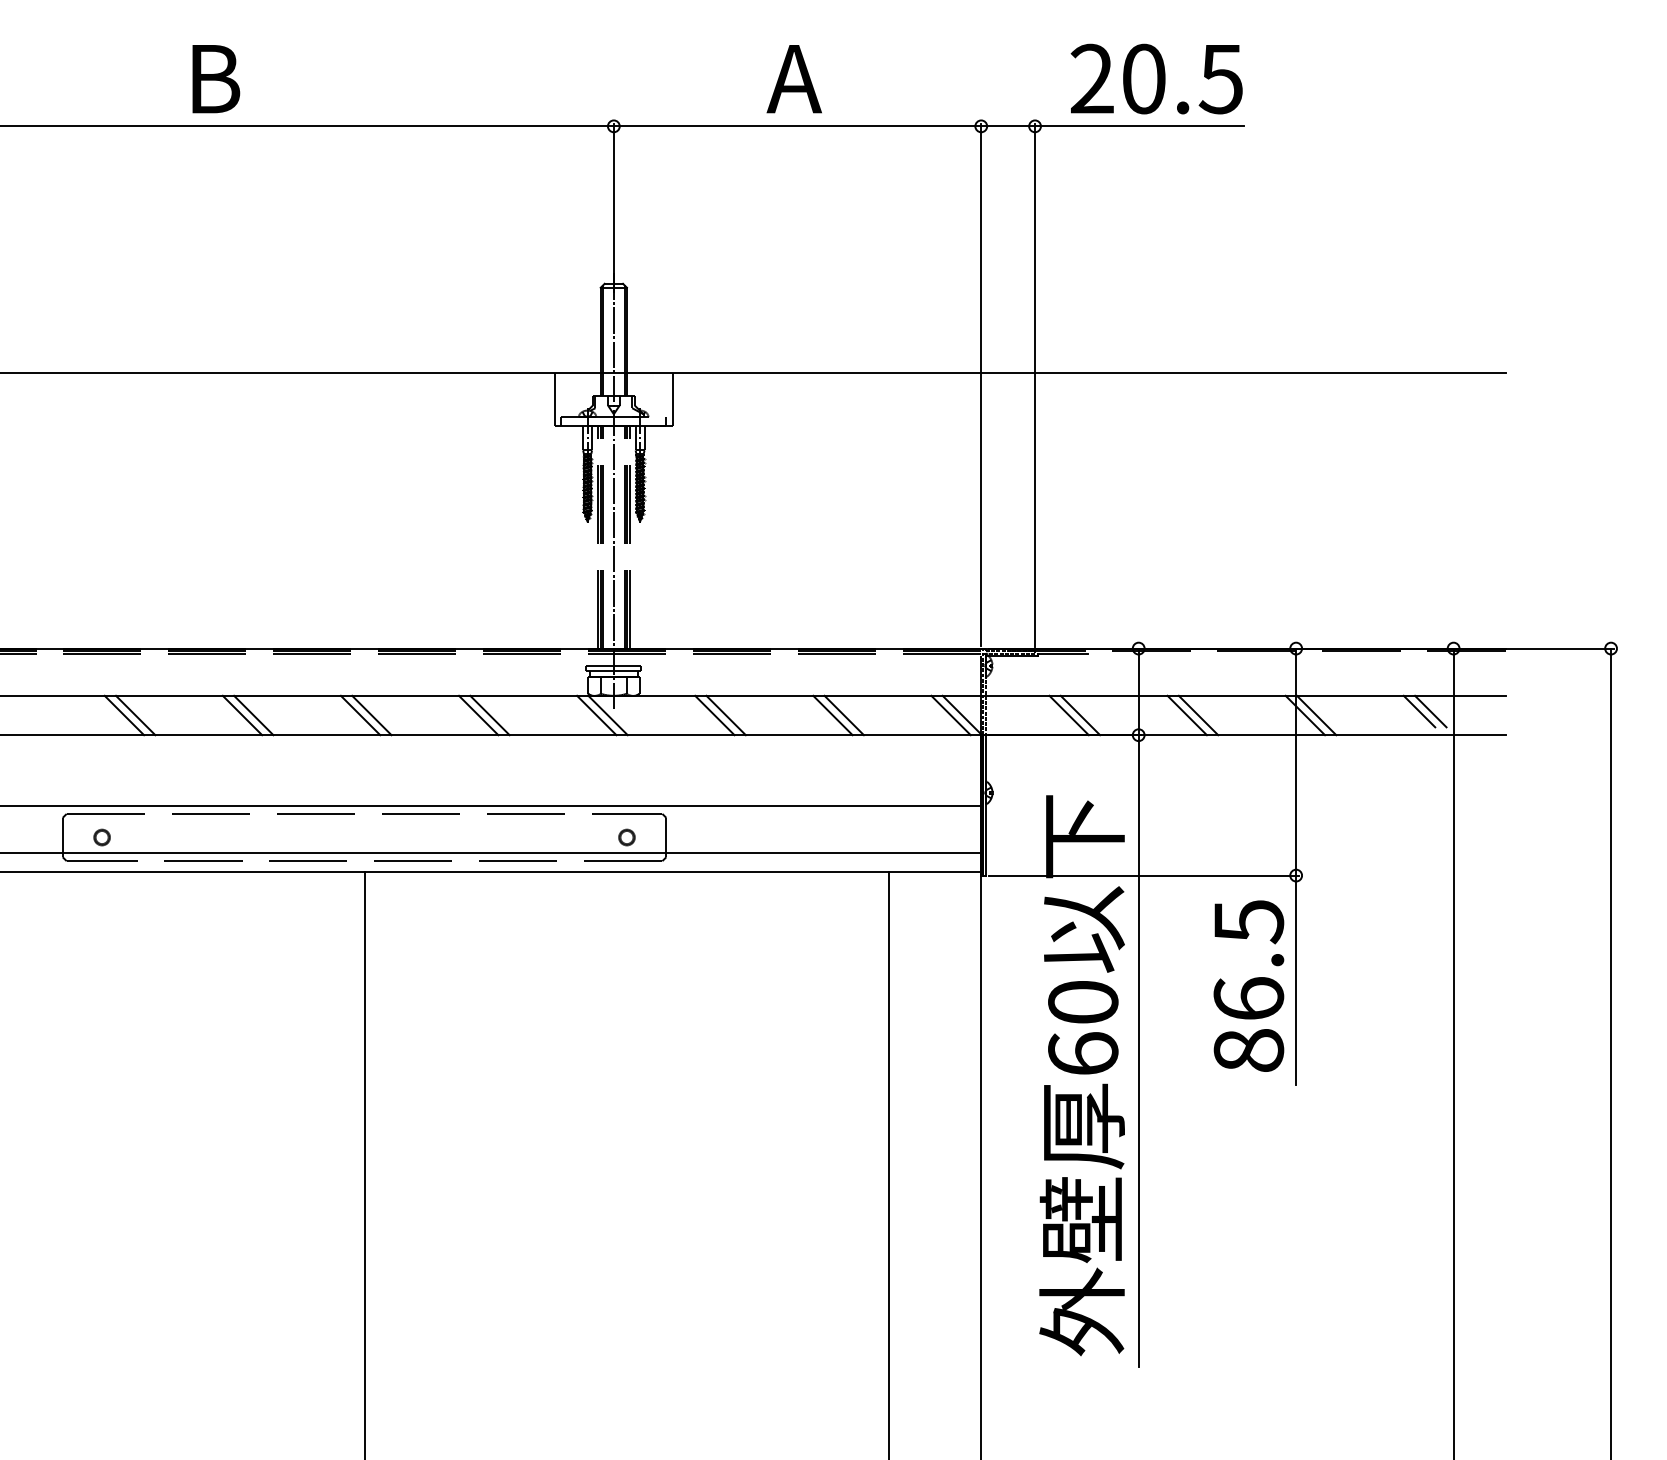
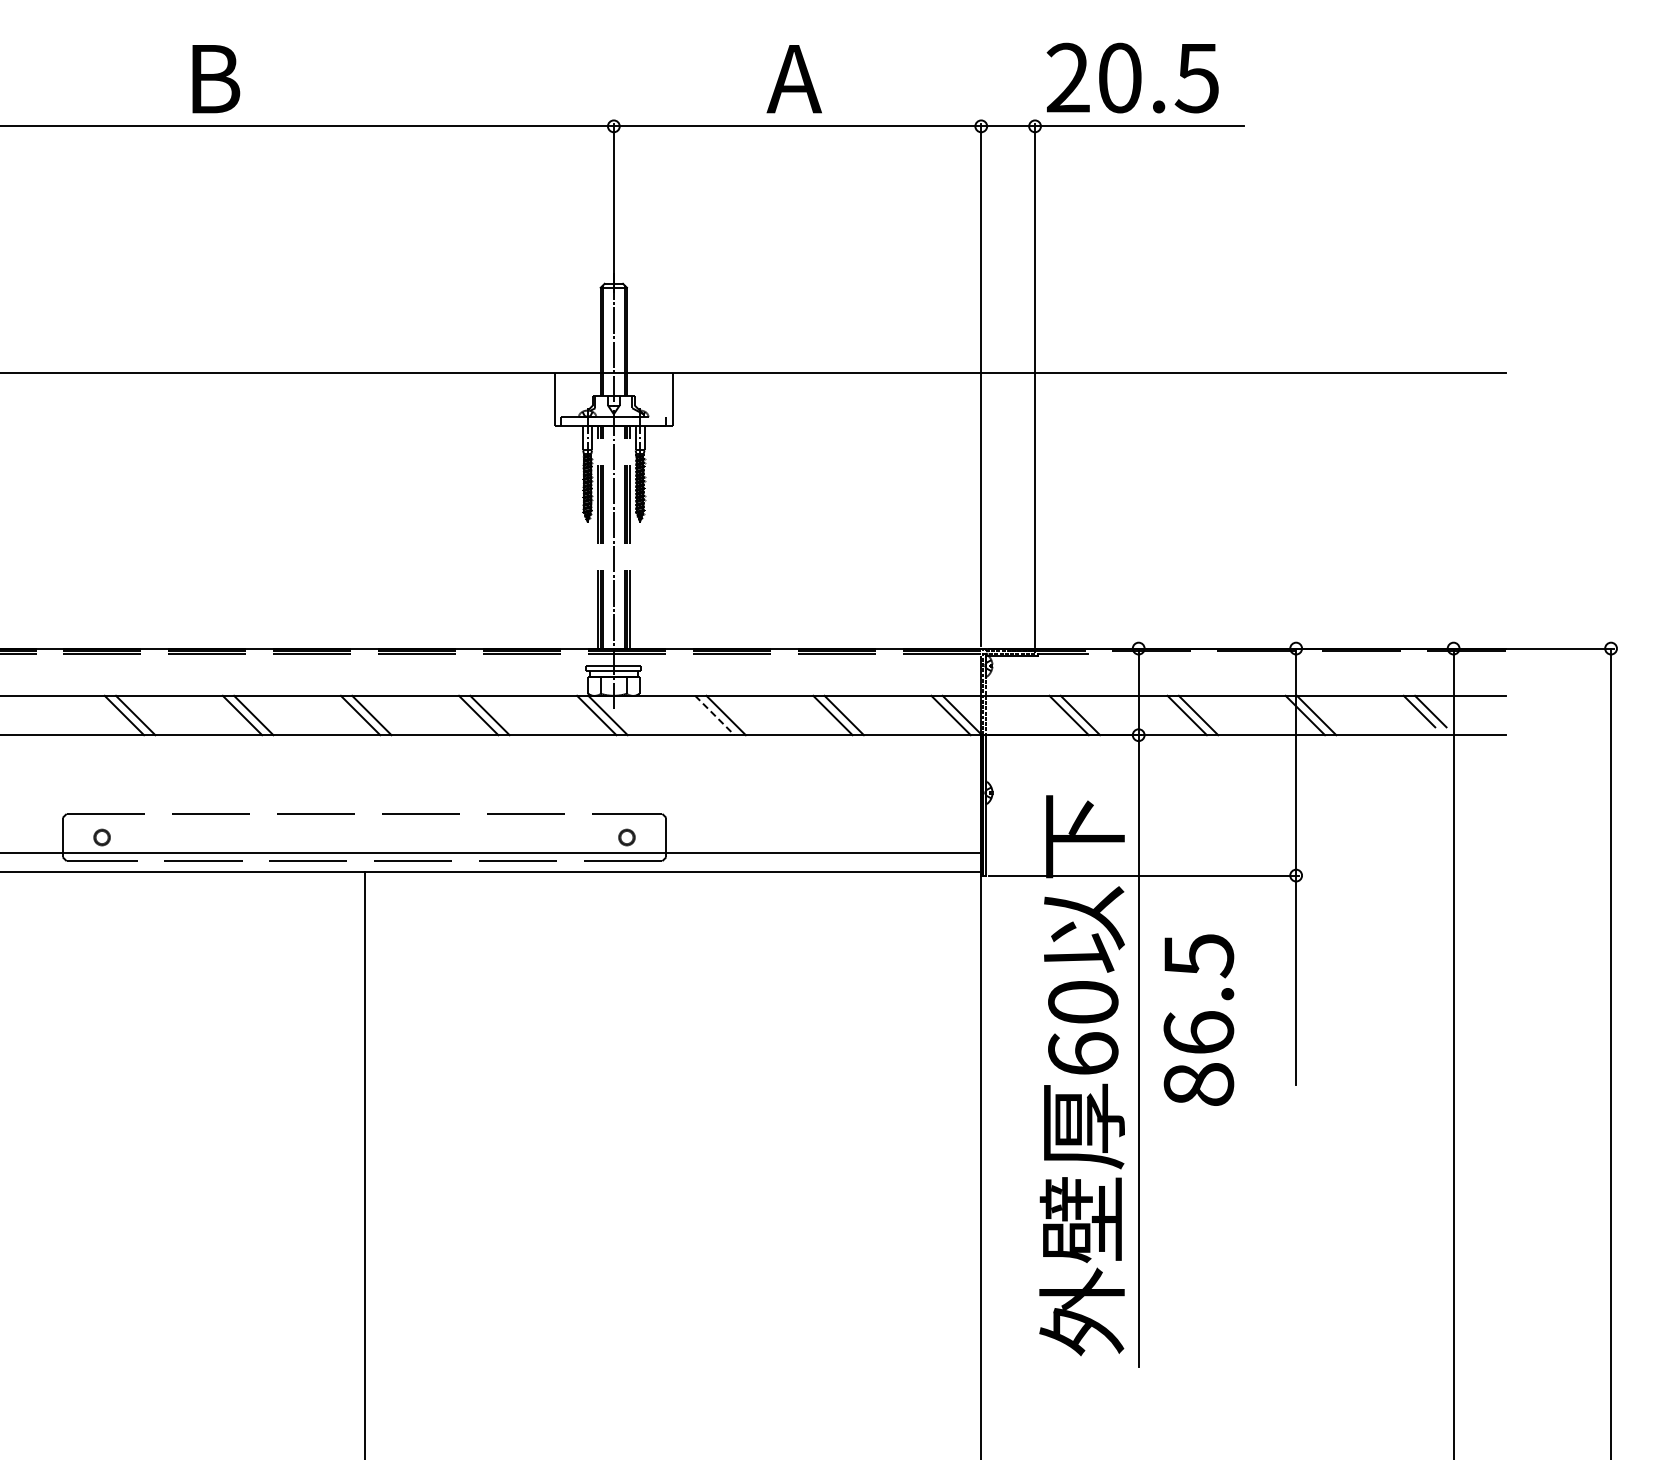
text at (1156, 78) position: (1156, 78) -> (1132, 77)
line at (714, 715): solid -> dashed
line at (491, 806): present -> none
text at (1248, 985) position: (1248, 985) -> (1198, 1019)
line at (889, 1164): present -> none
